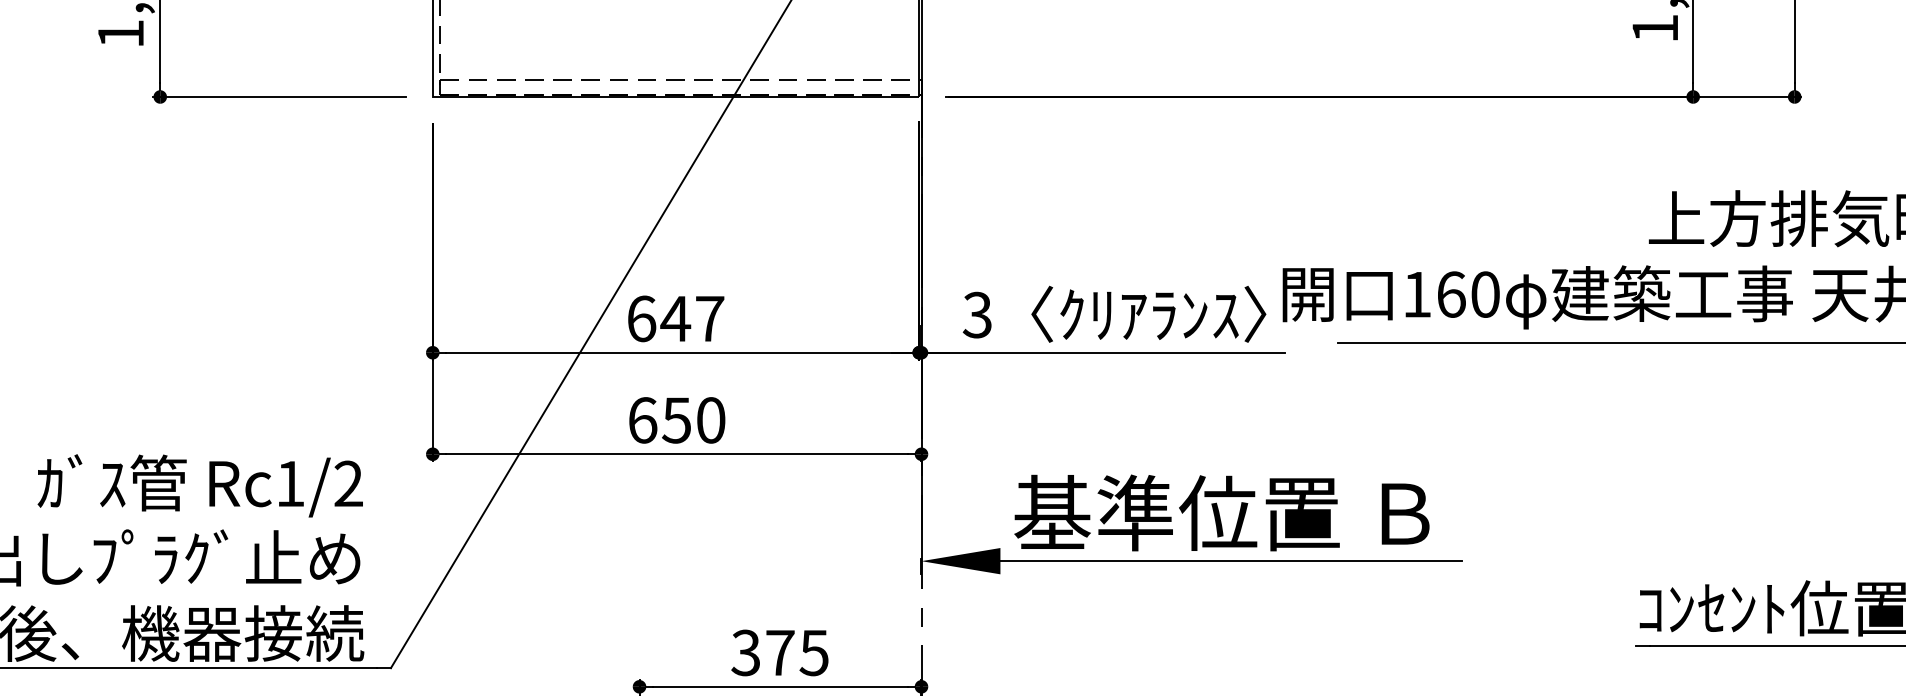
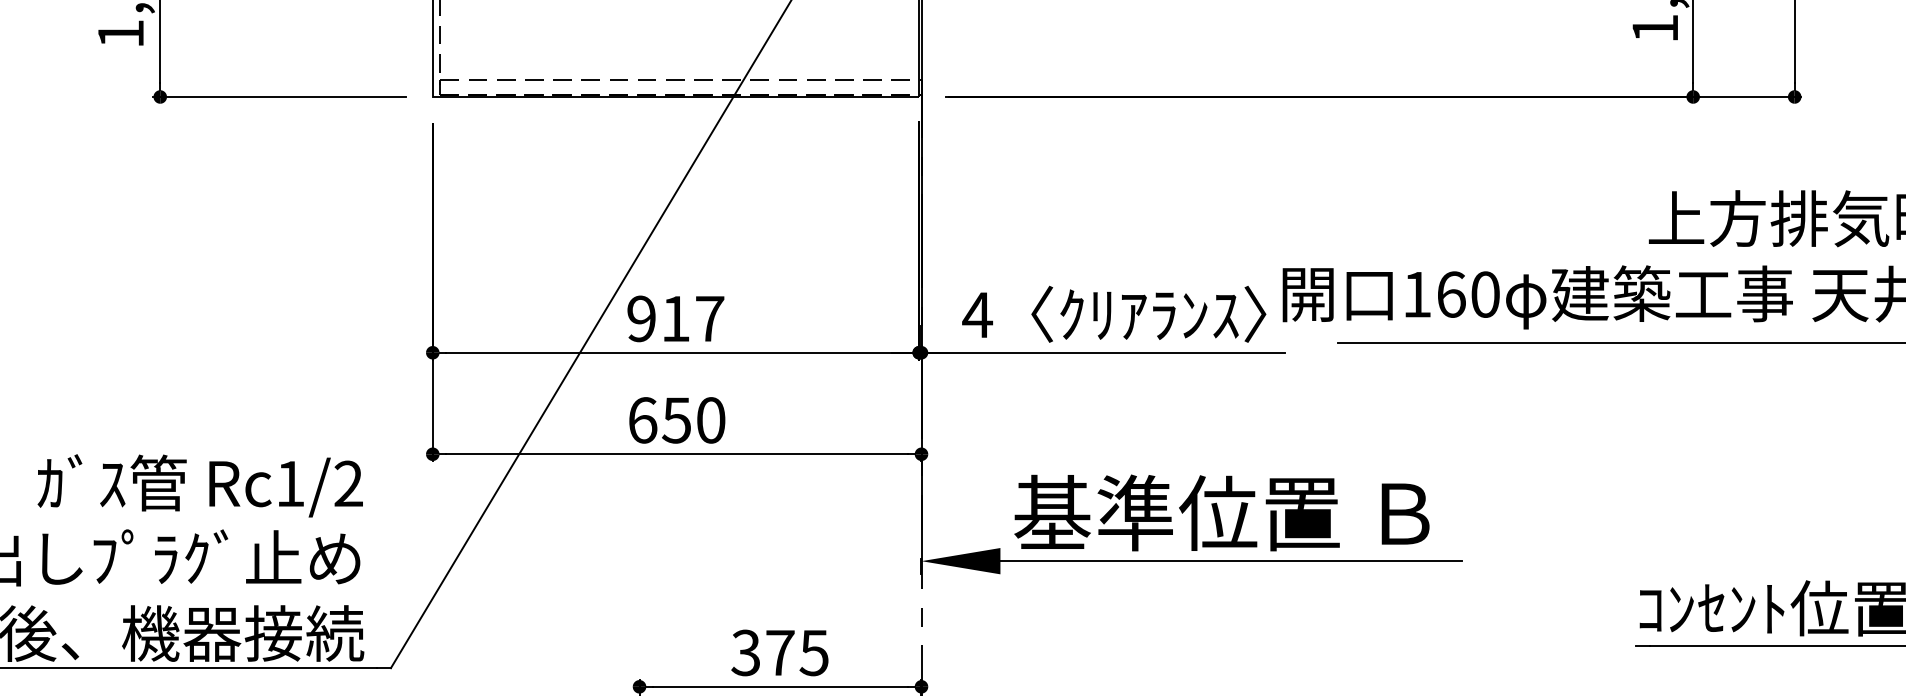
text at (977, 314): 3 -> 4
text at (659, 318): 647 -> 917
